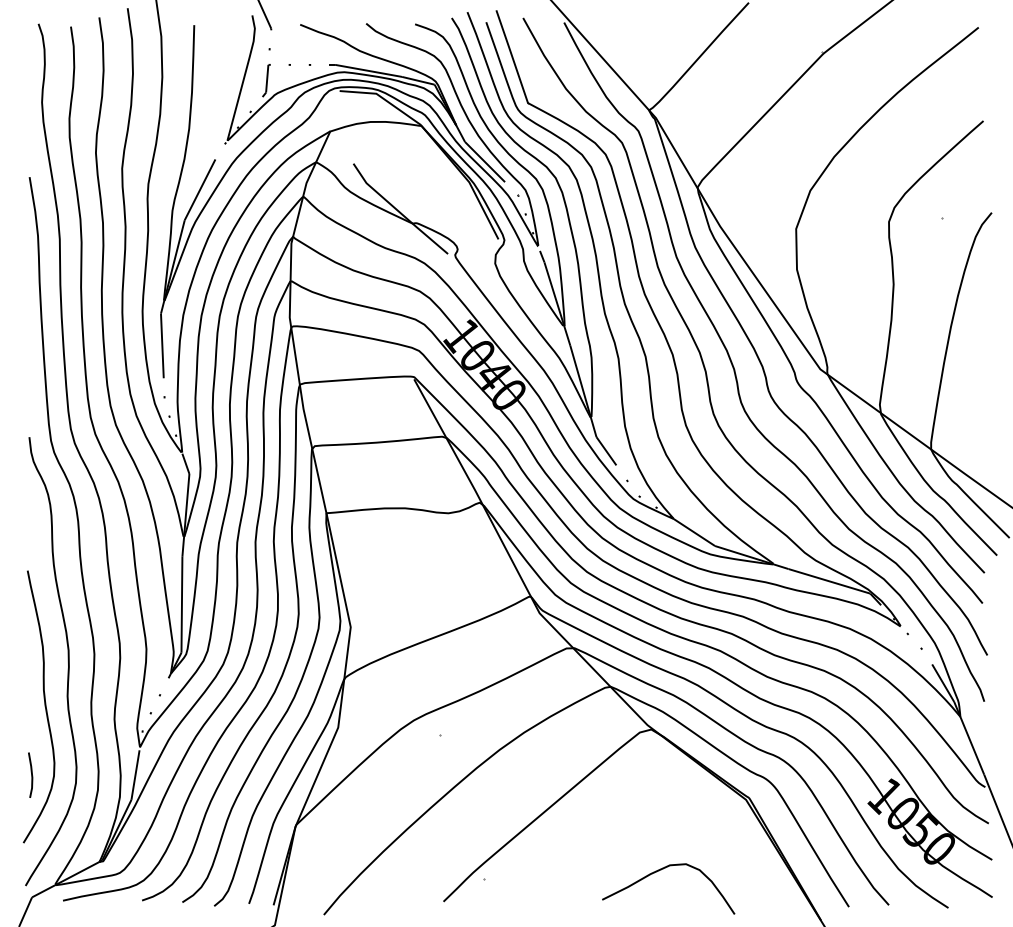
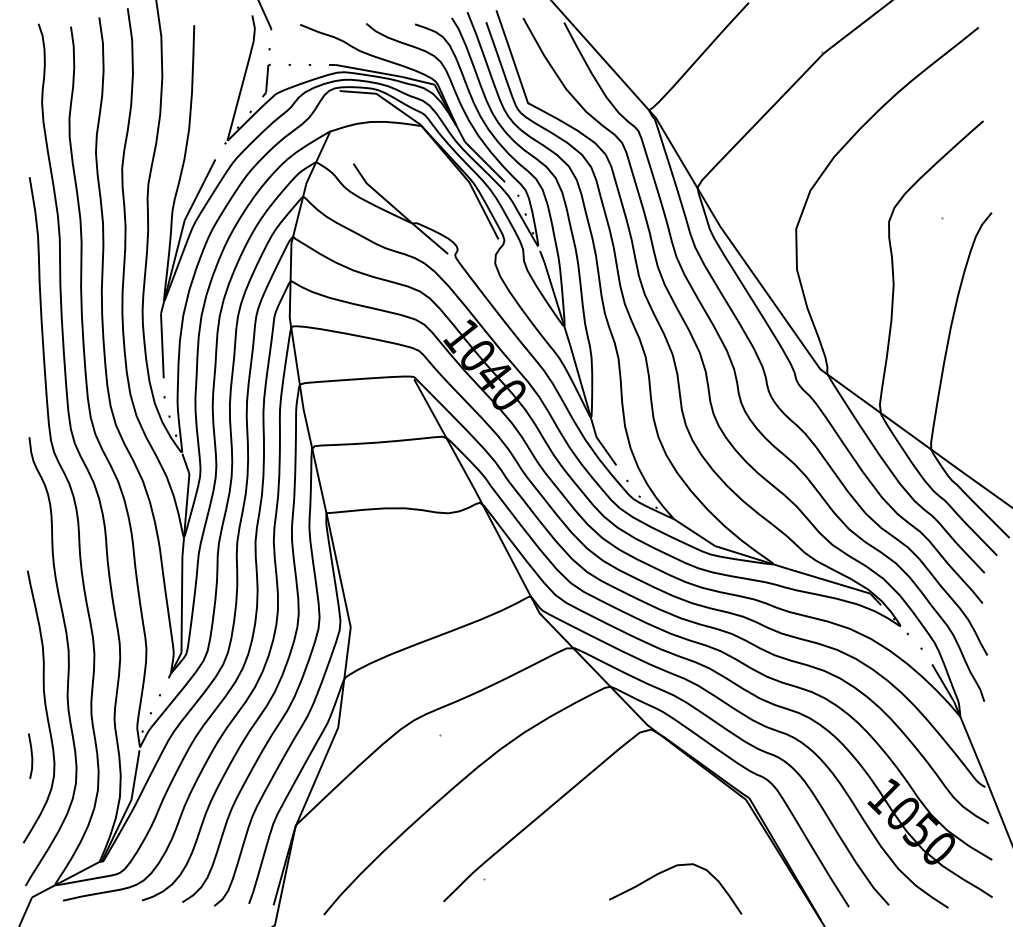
line at (31, 774) position: (31, 774) -> (31, 755)
curve at (659, 871) position: (659, 871) -> (666, 871)
